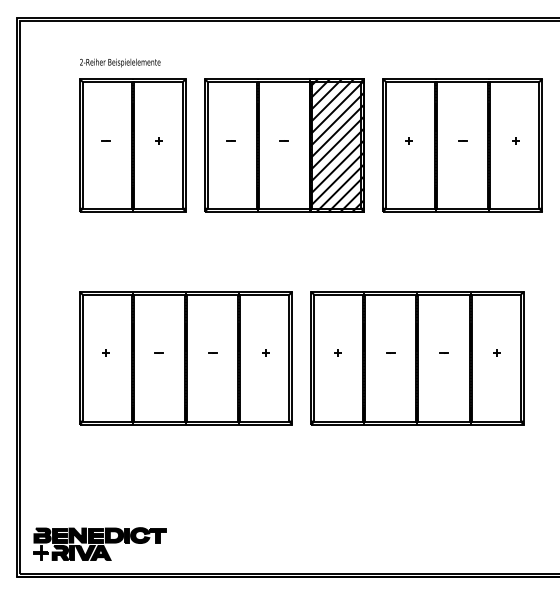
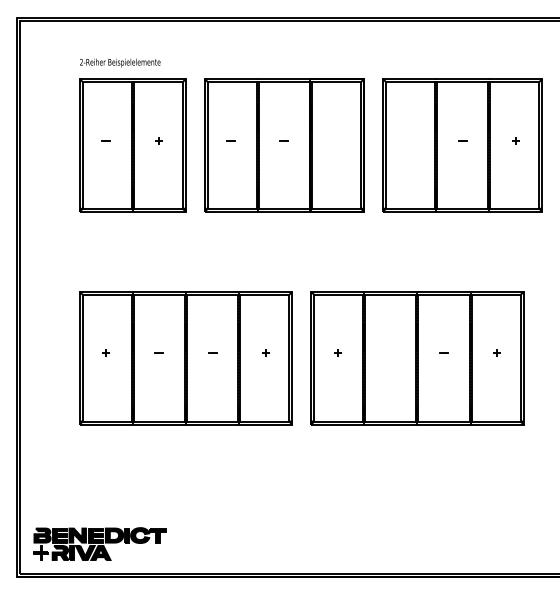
part at (408, 140): present -> none
hatch at (336, 144): present -> none
part at (390, 352): present -> none
